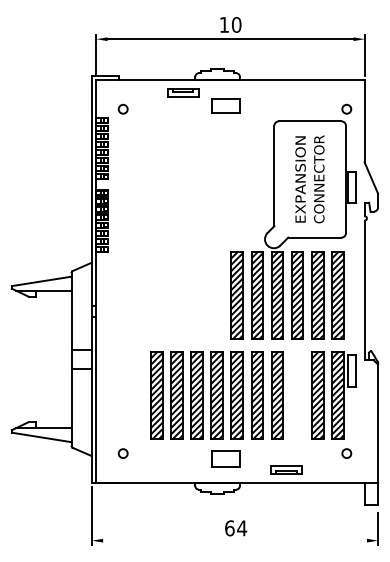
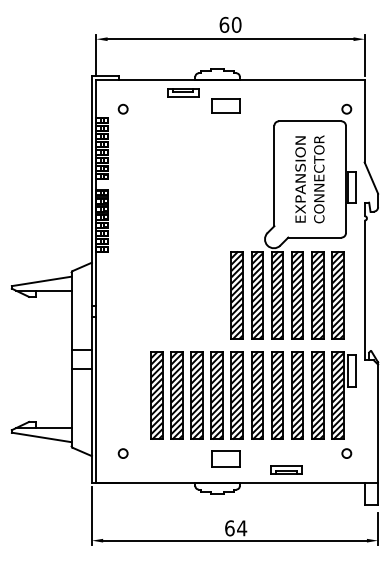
text at (224, 24): 10 -> 60
part at (297, 395): none -> present
line at (234, 540): none -> present
